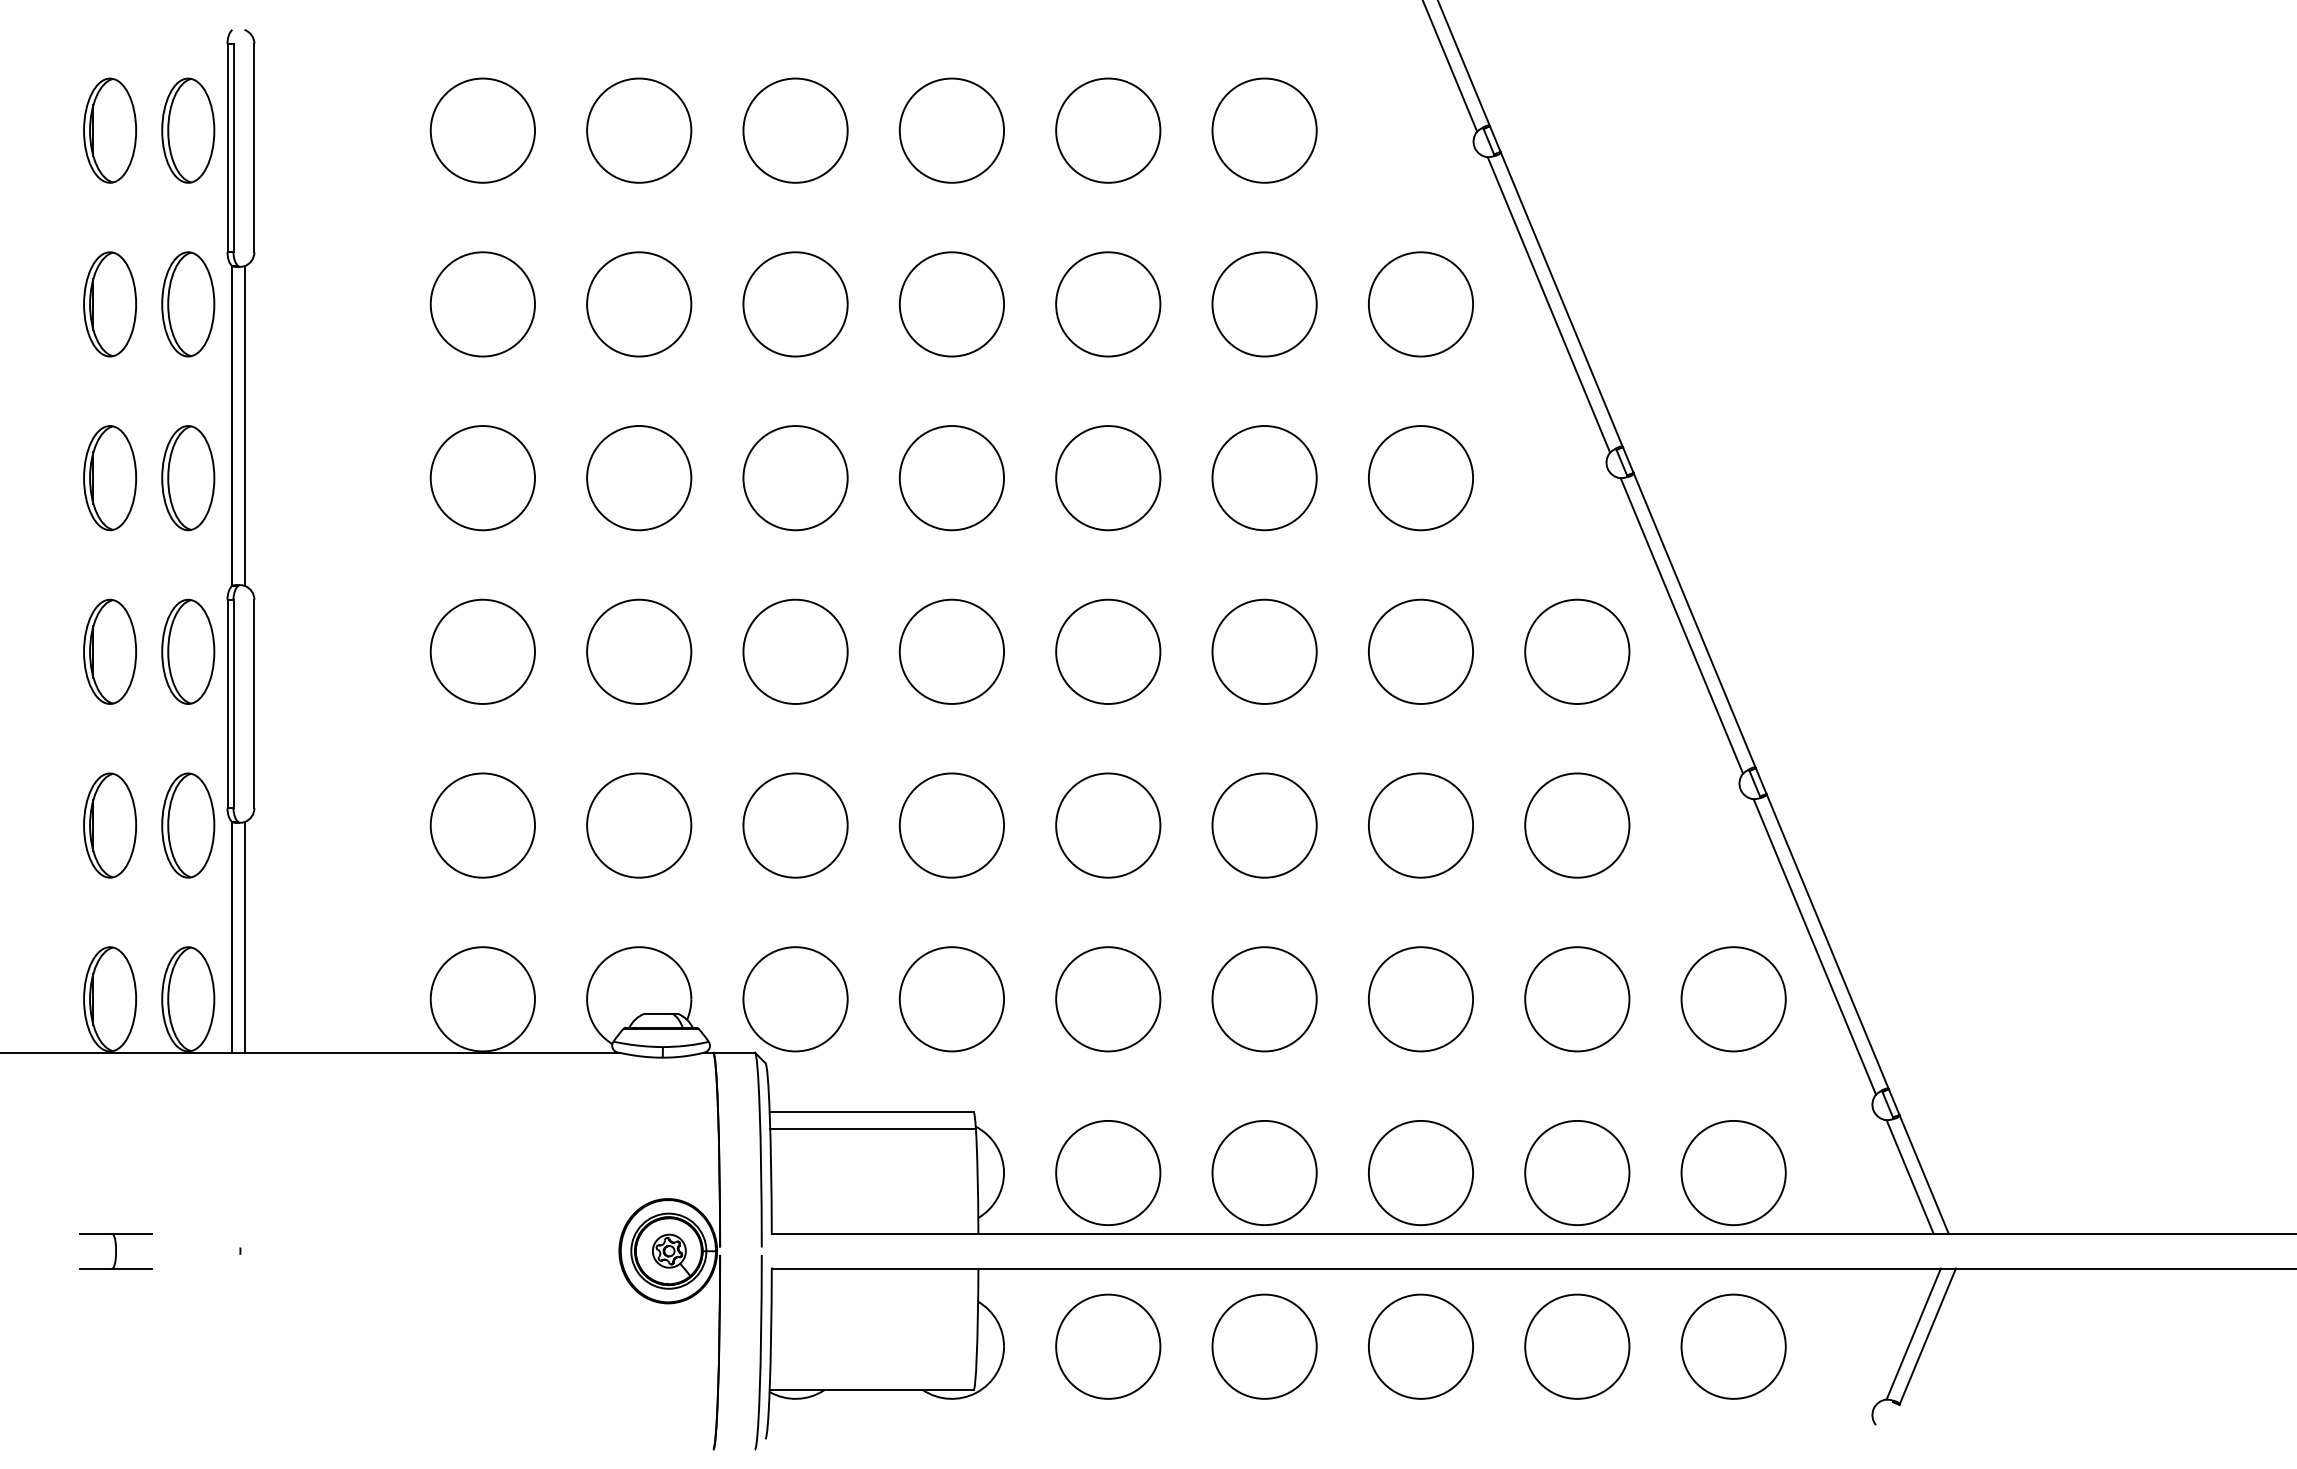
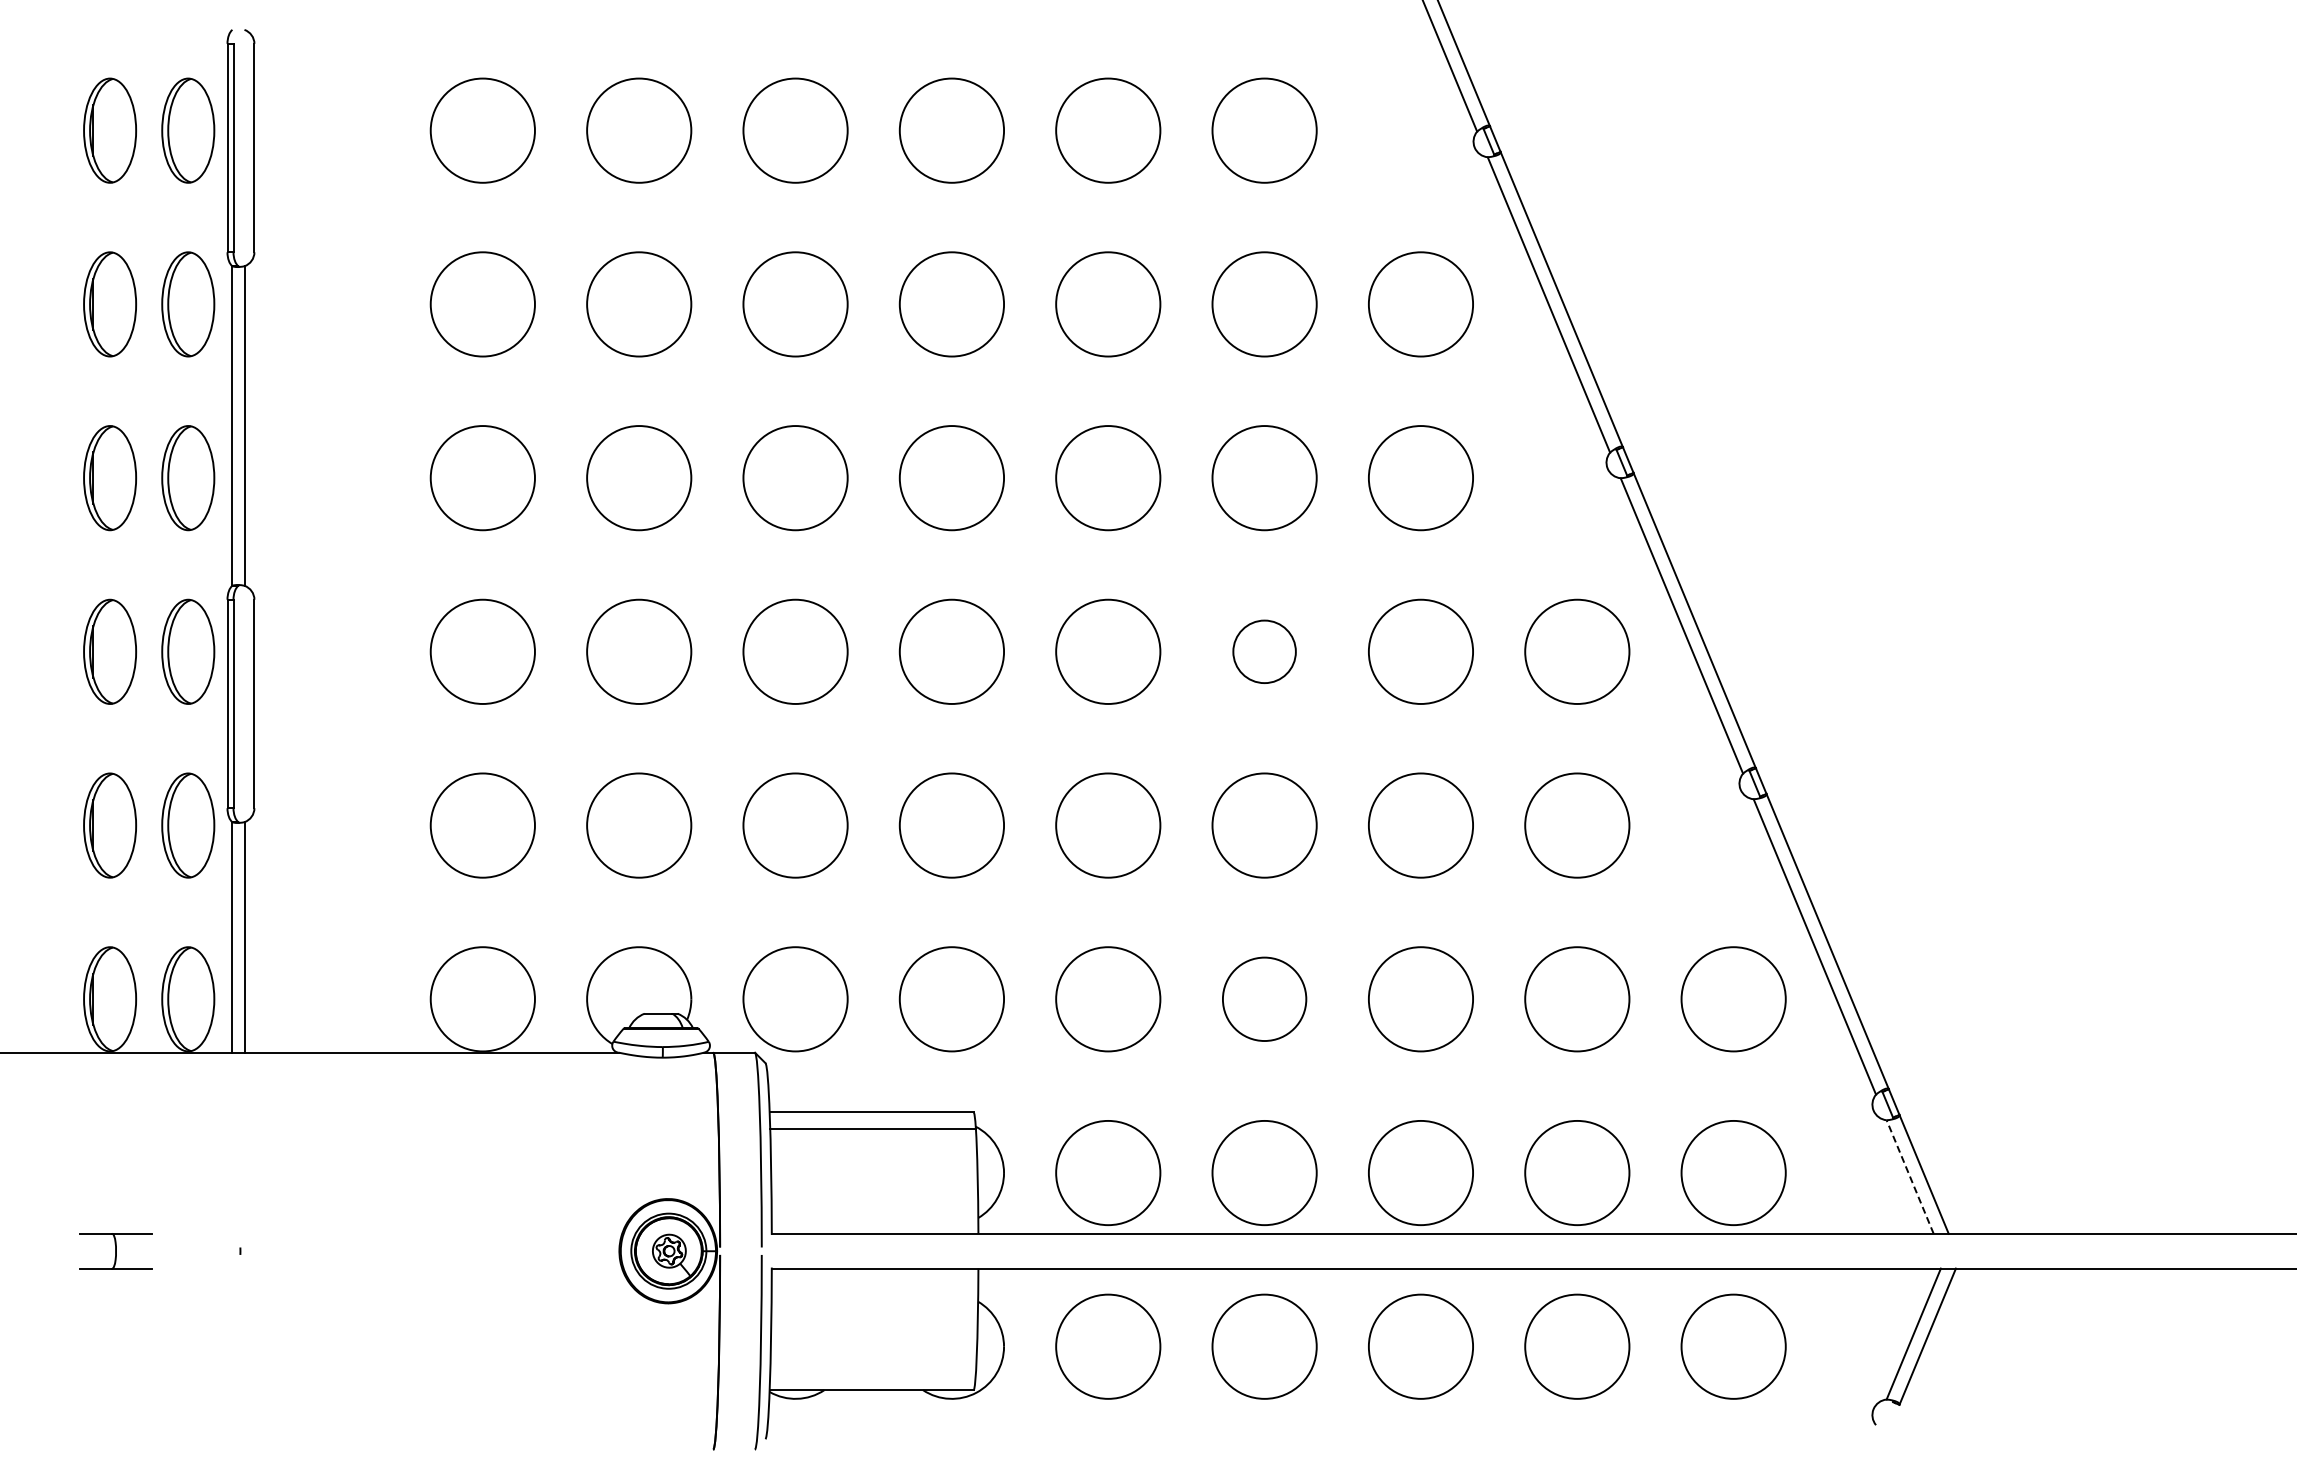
circle at (1264, 651) diameter: 104 px -> 63 px
circle at (1264, 999) diameter: 104 px -> 83 px
line at (1909, 1176): solid -> dashed
